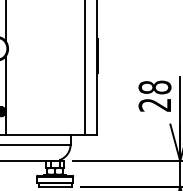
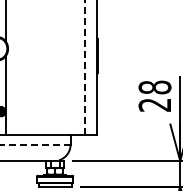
line at (85, 67): solid -> dashed
line at (35, 144): solid -> dashed
